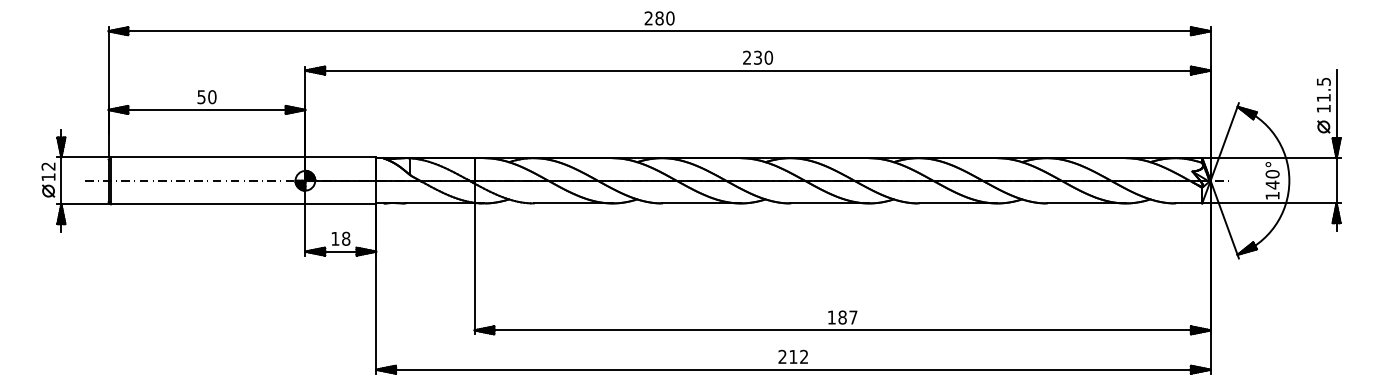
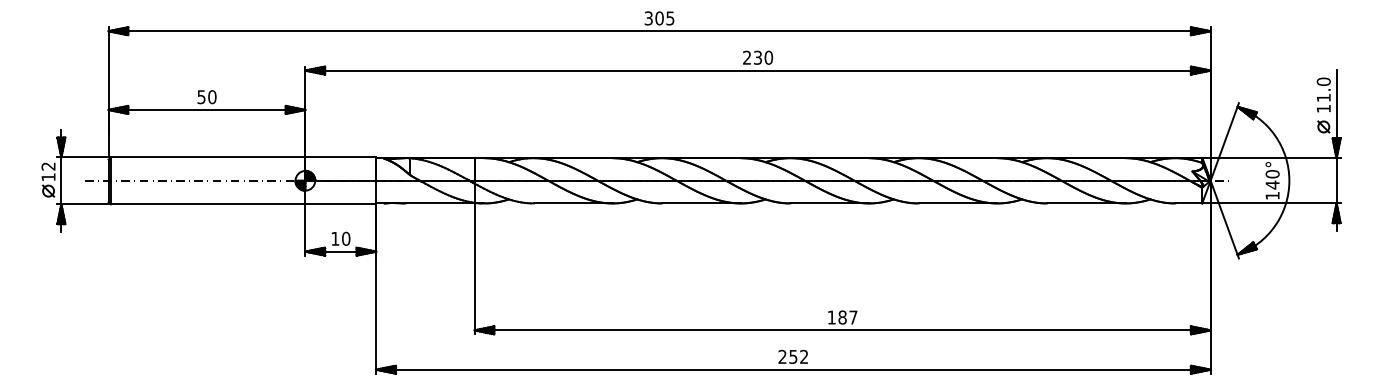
text at (659, 18): 280 -> 305
text at (1323, 81): 11.5 -> 11.0
text at (346, 238): 18 -> 10
text at (793, 356): 212 -> 252
